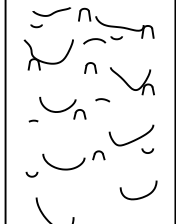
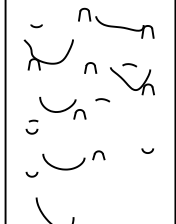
curve at (52, 12): present -> none
part at (102, 40): present -> none
curve at (129, 65): none -> present
curve at (31, 132): none -> present
curve at (134, 139): present -> none
curve at (141, 196): present -> none
